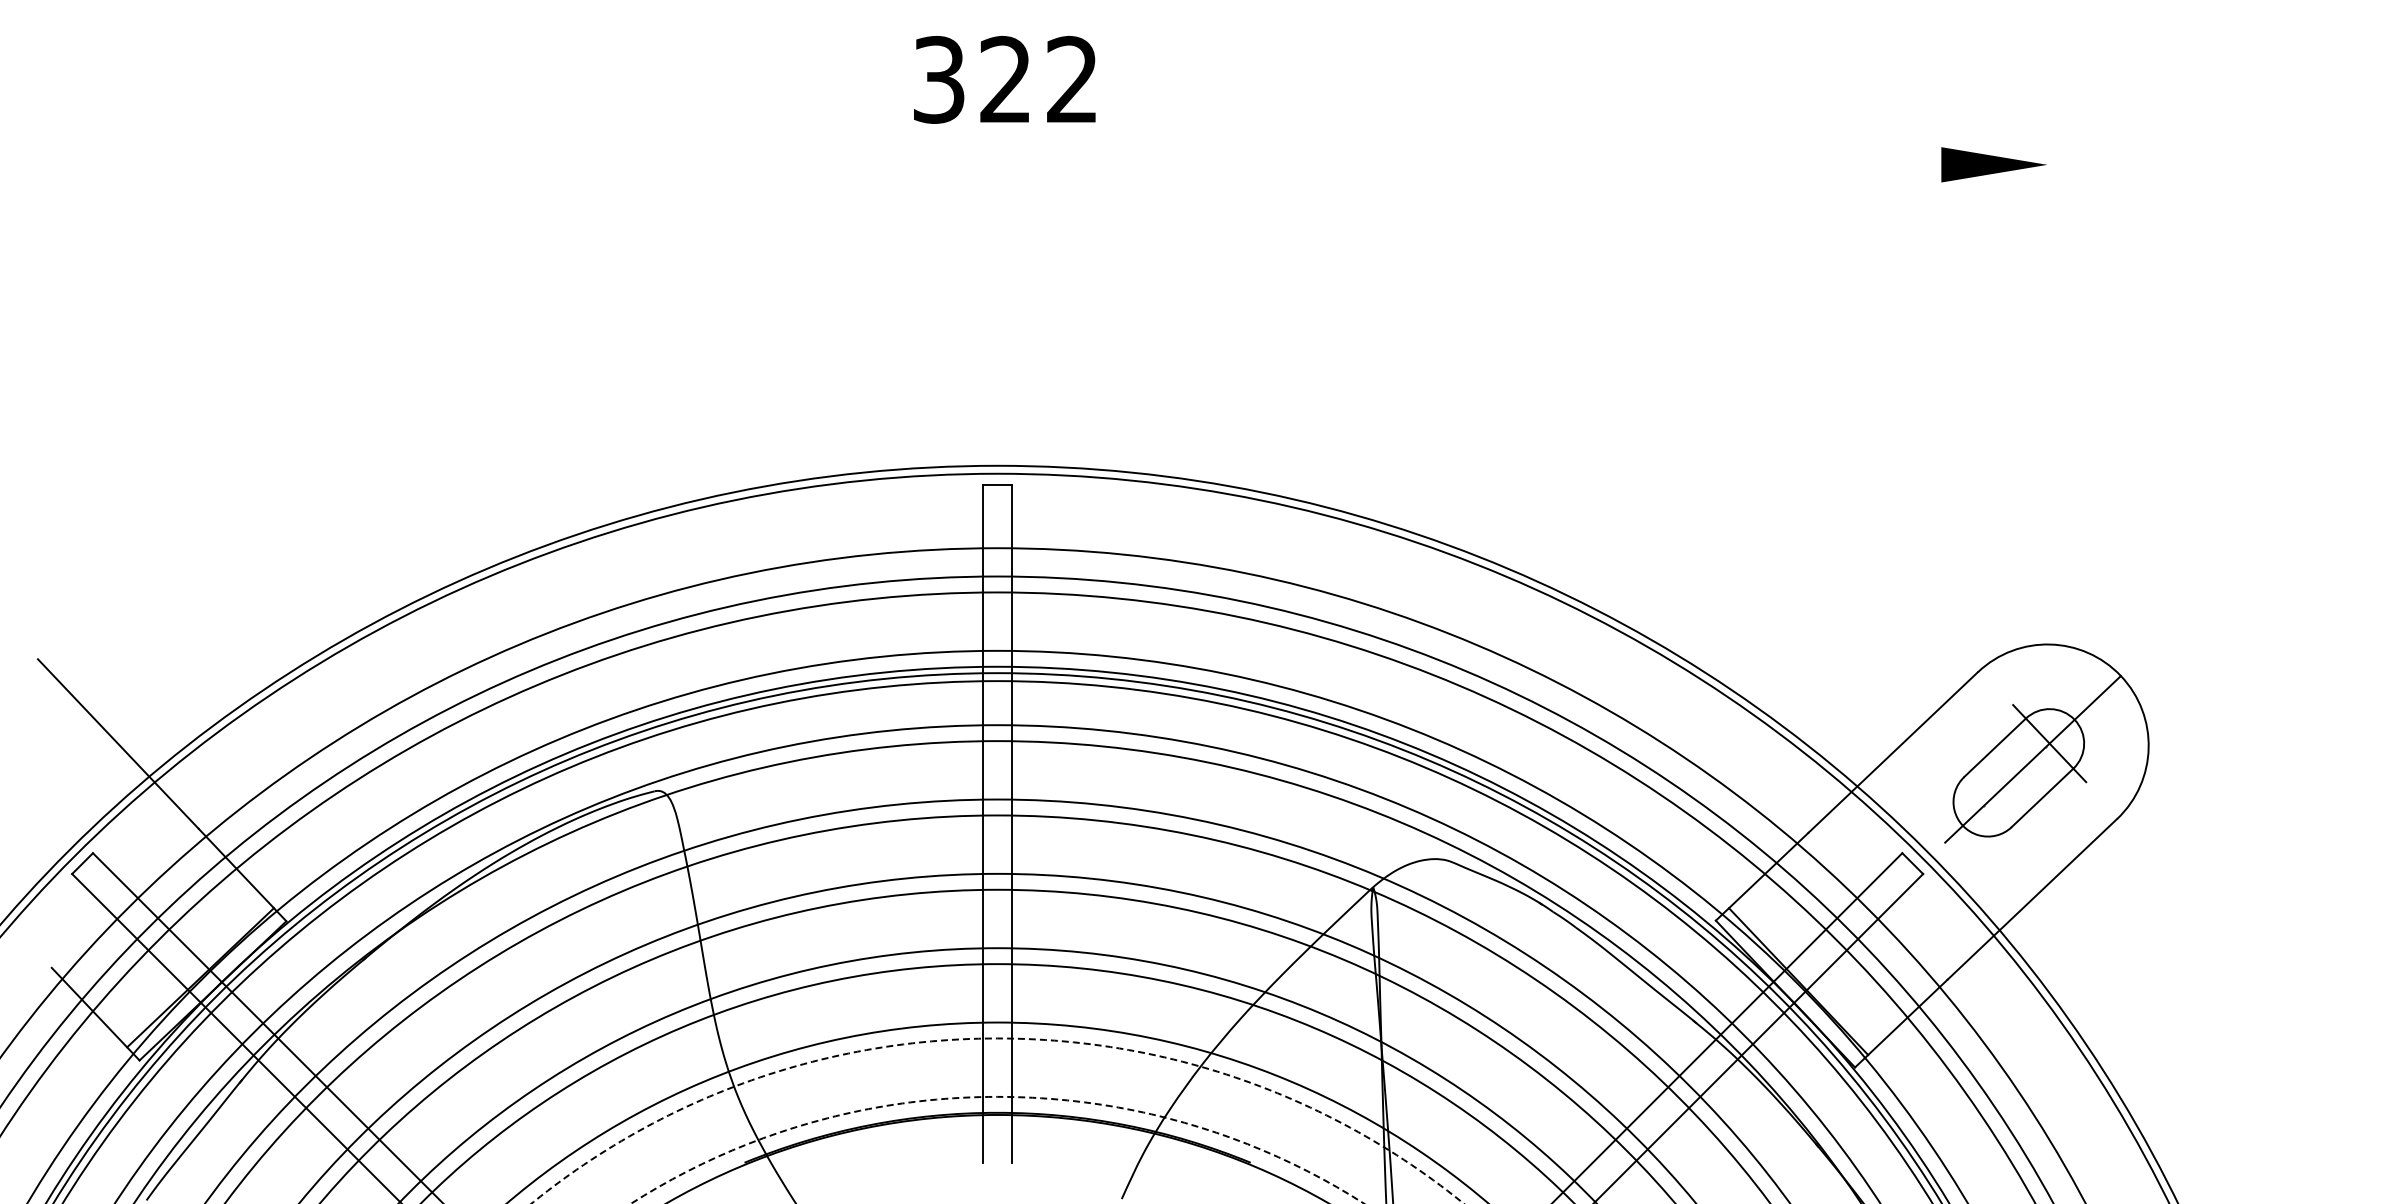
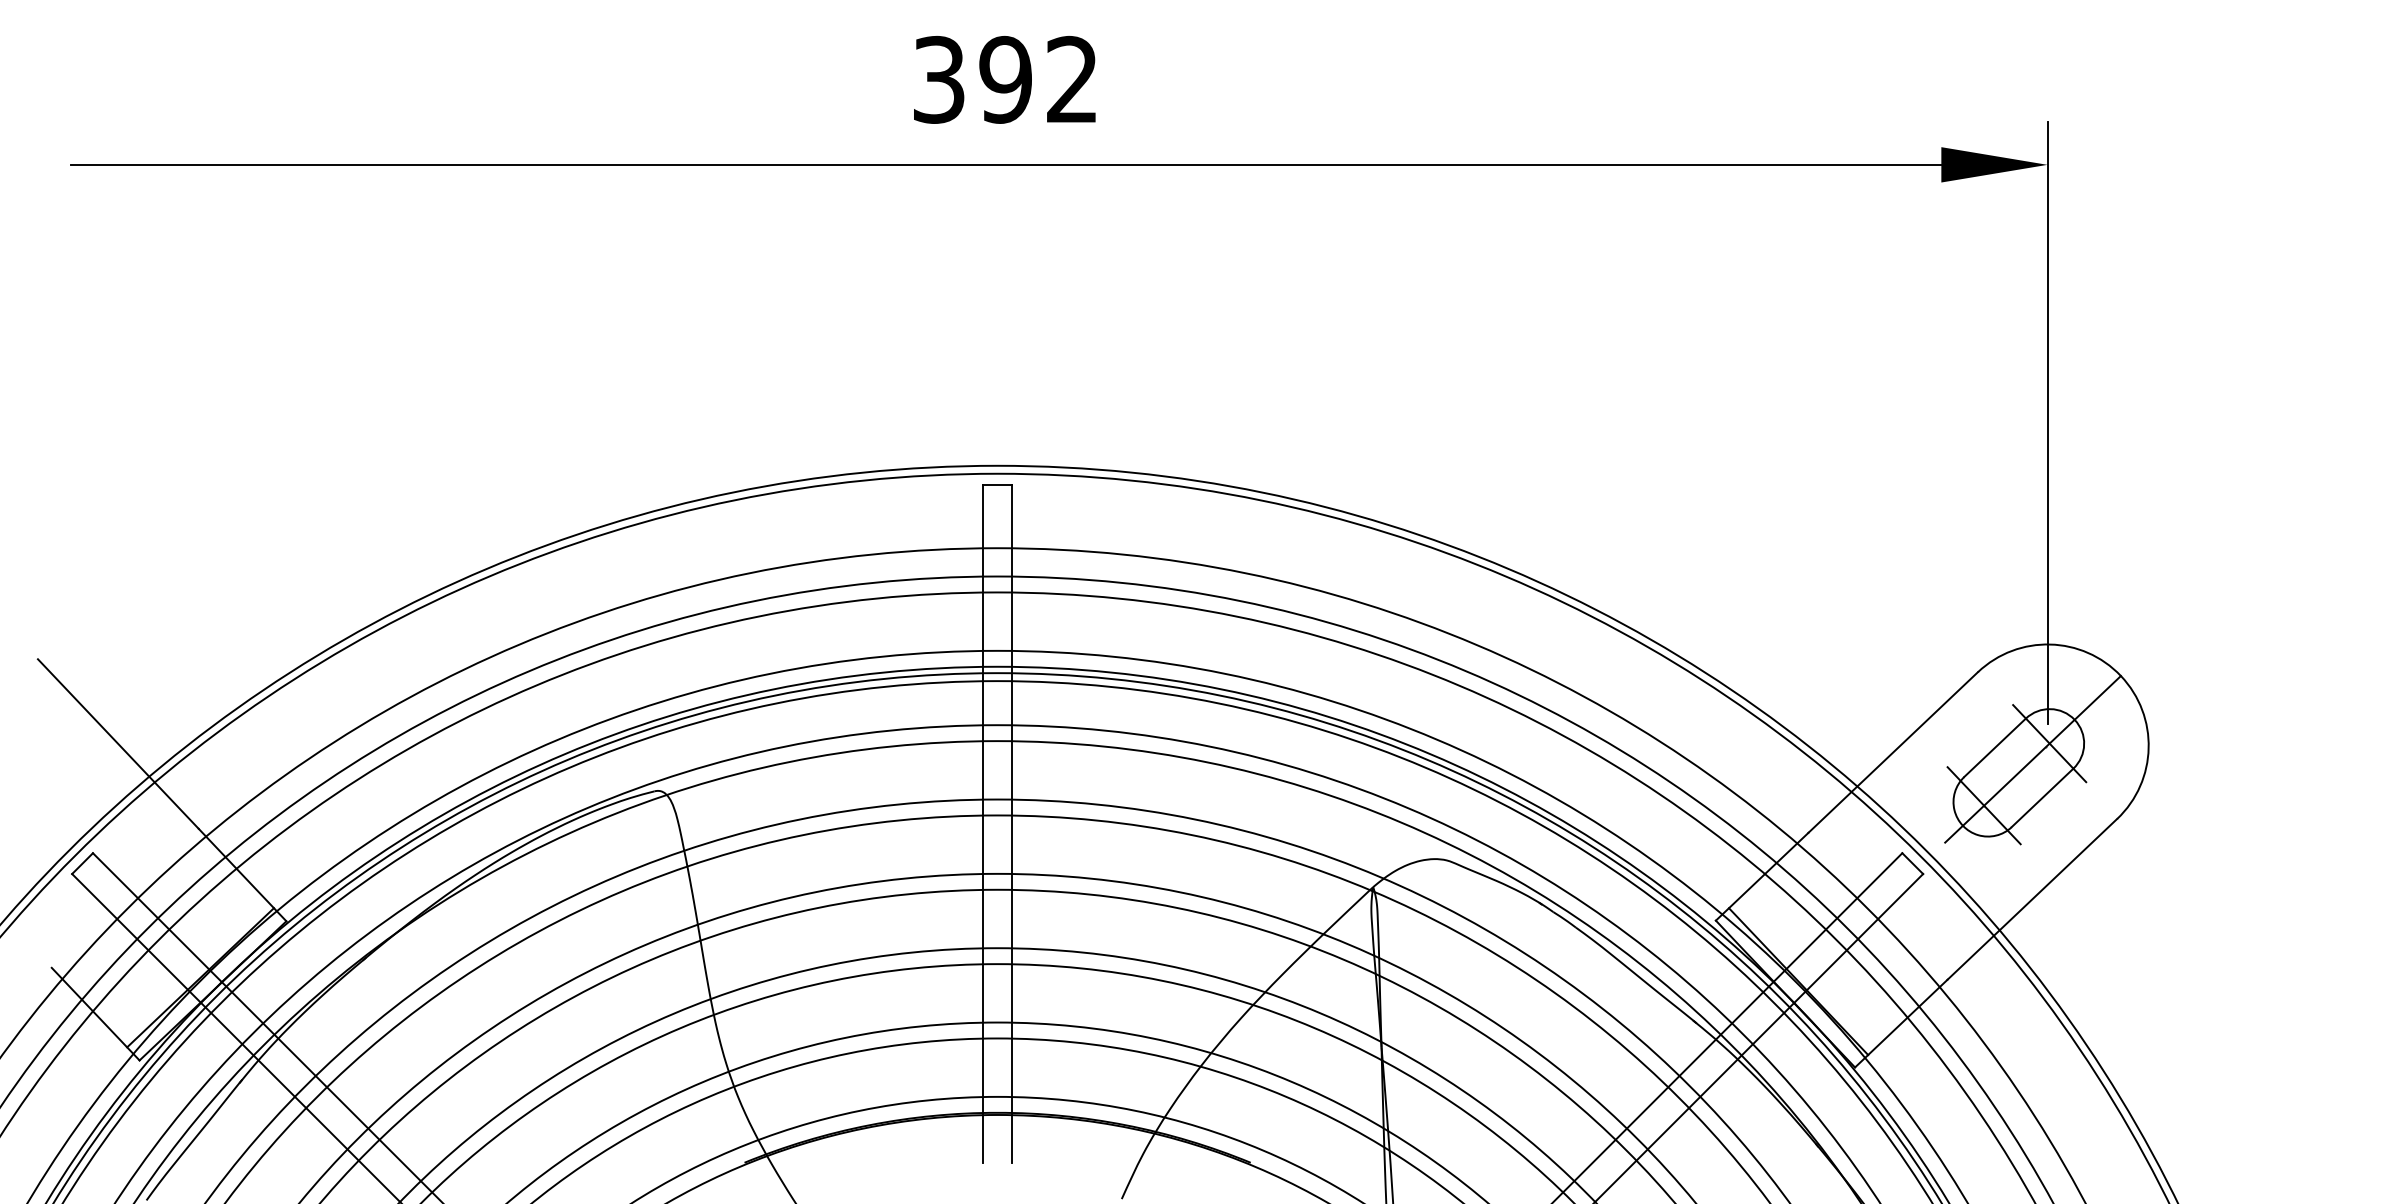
text at (1005, 79): 322 -> 392
line at (1005, 164): none -> present
line at (2047, 423): none -> present
line at (1983, 805): none -> present
circle at (997, 1120): dashed -> solid
circle at (997, 1149): dashed -> solid
